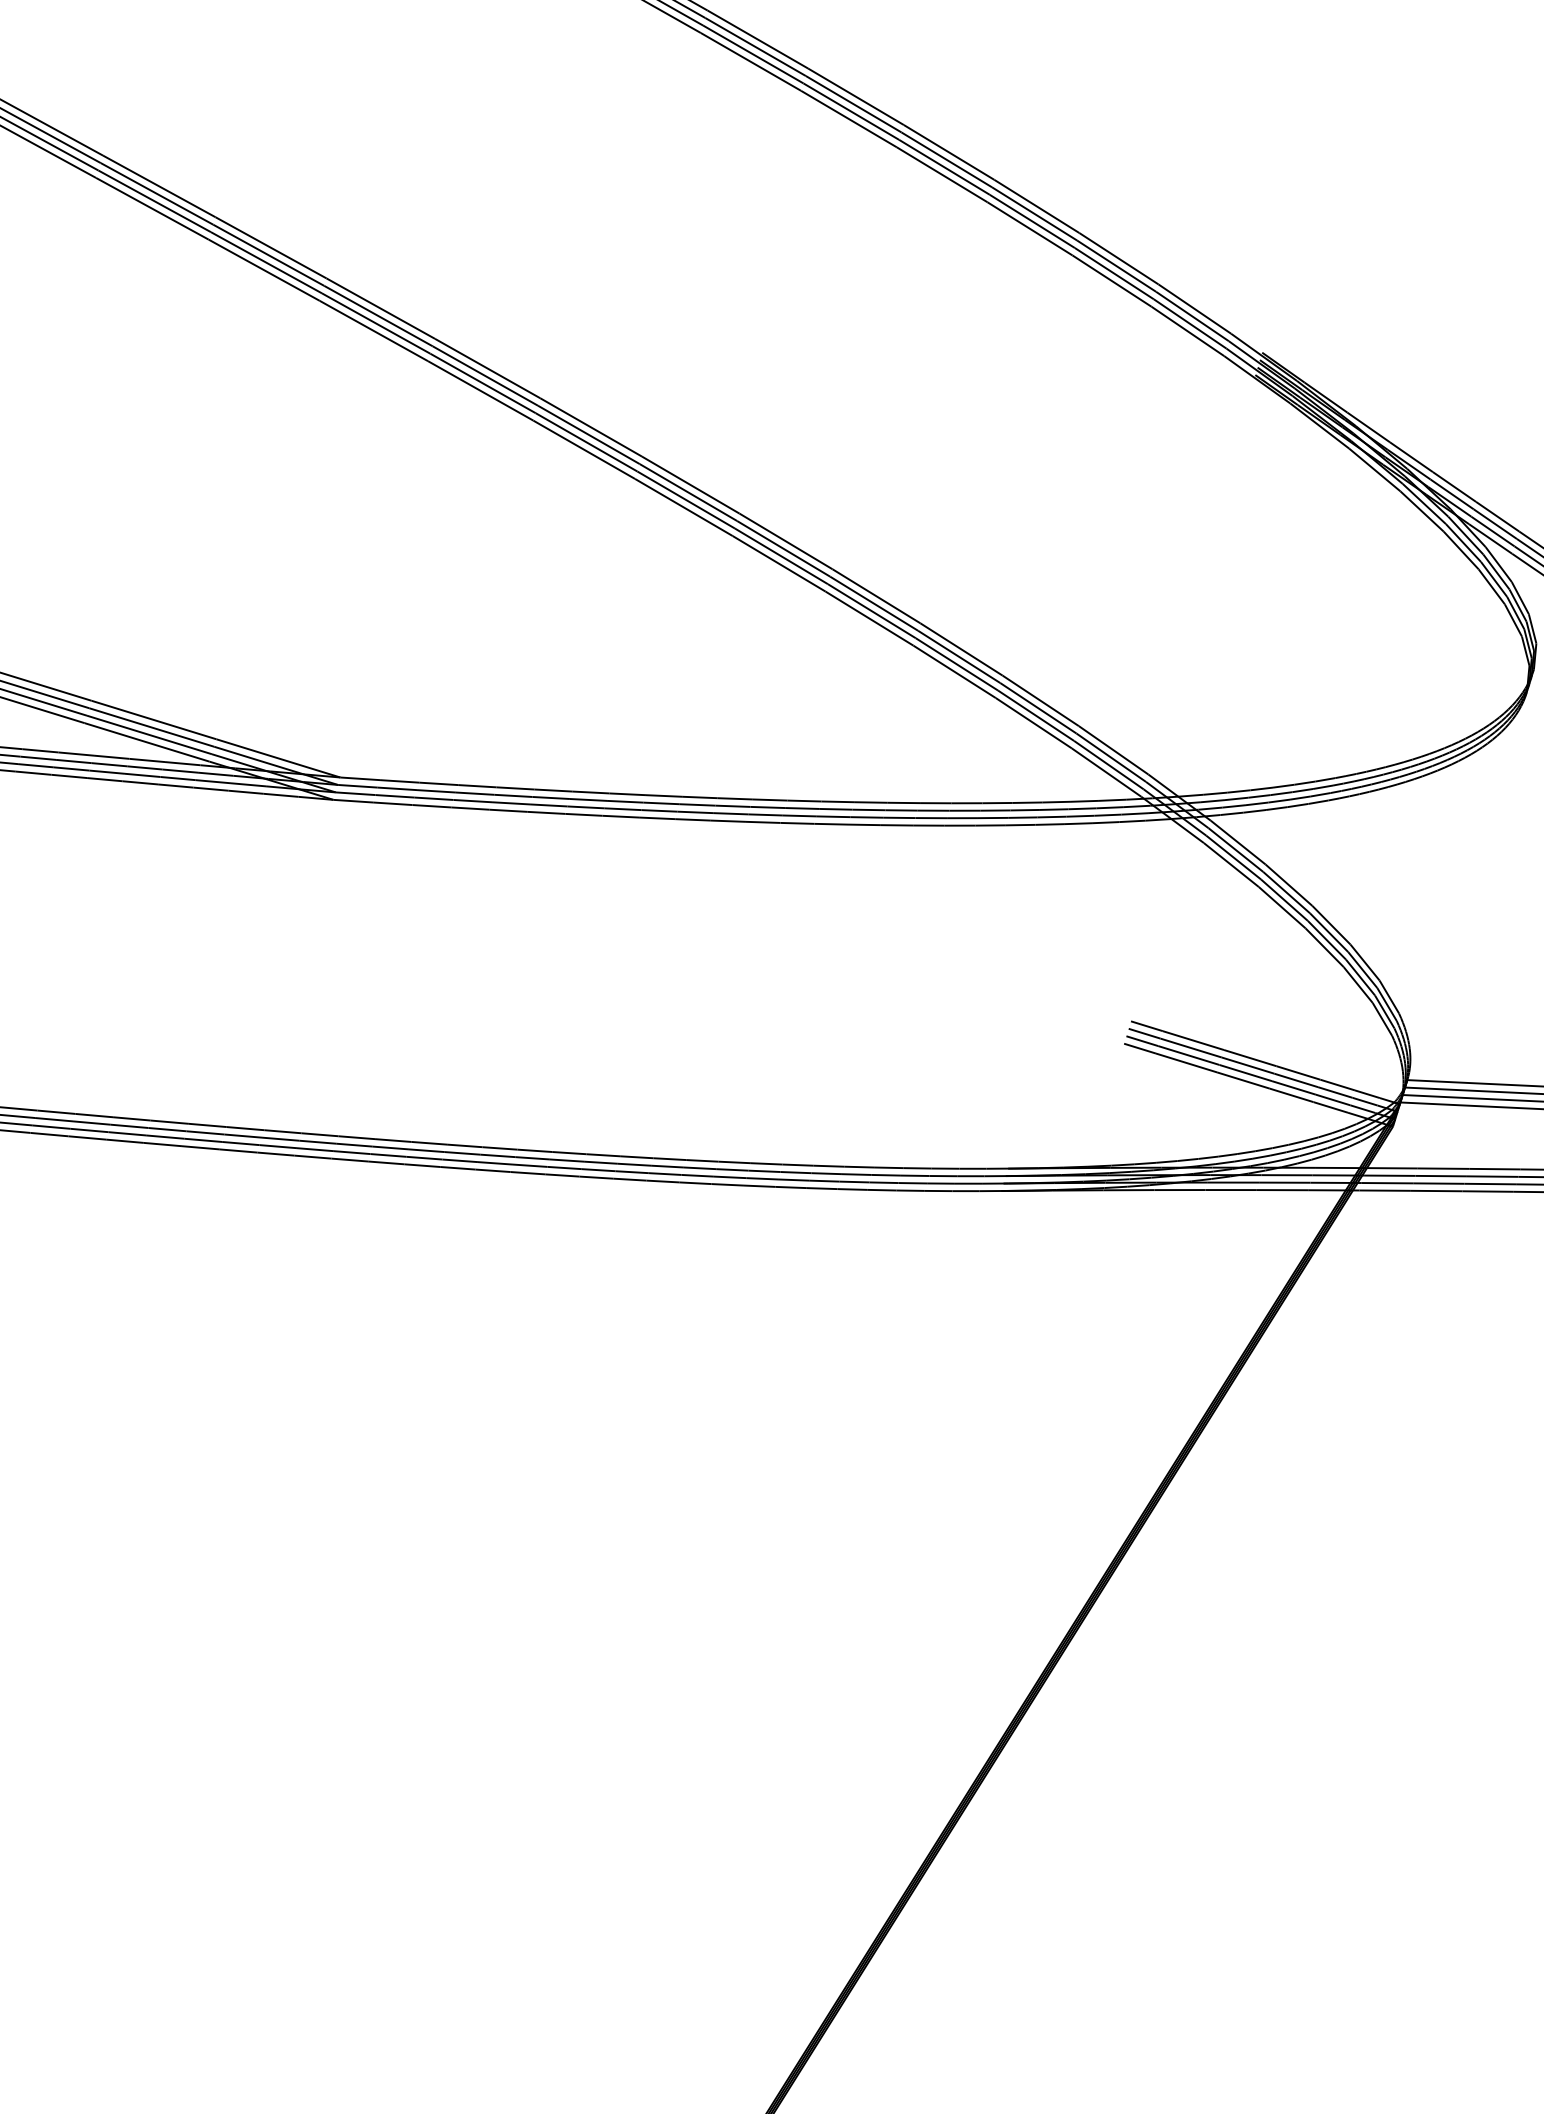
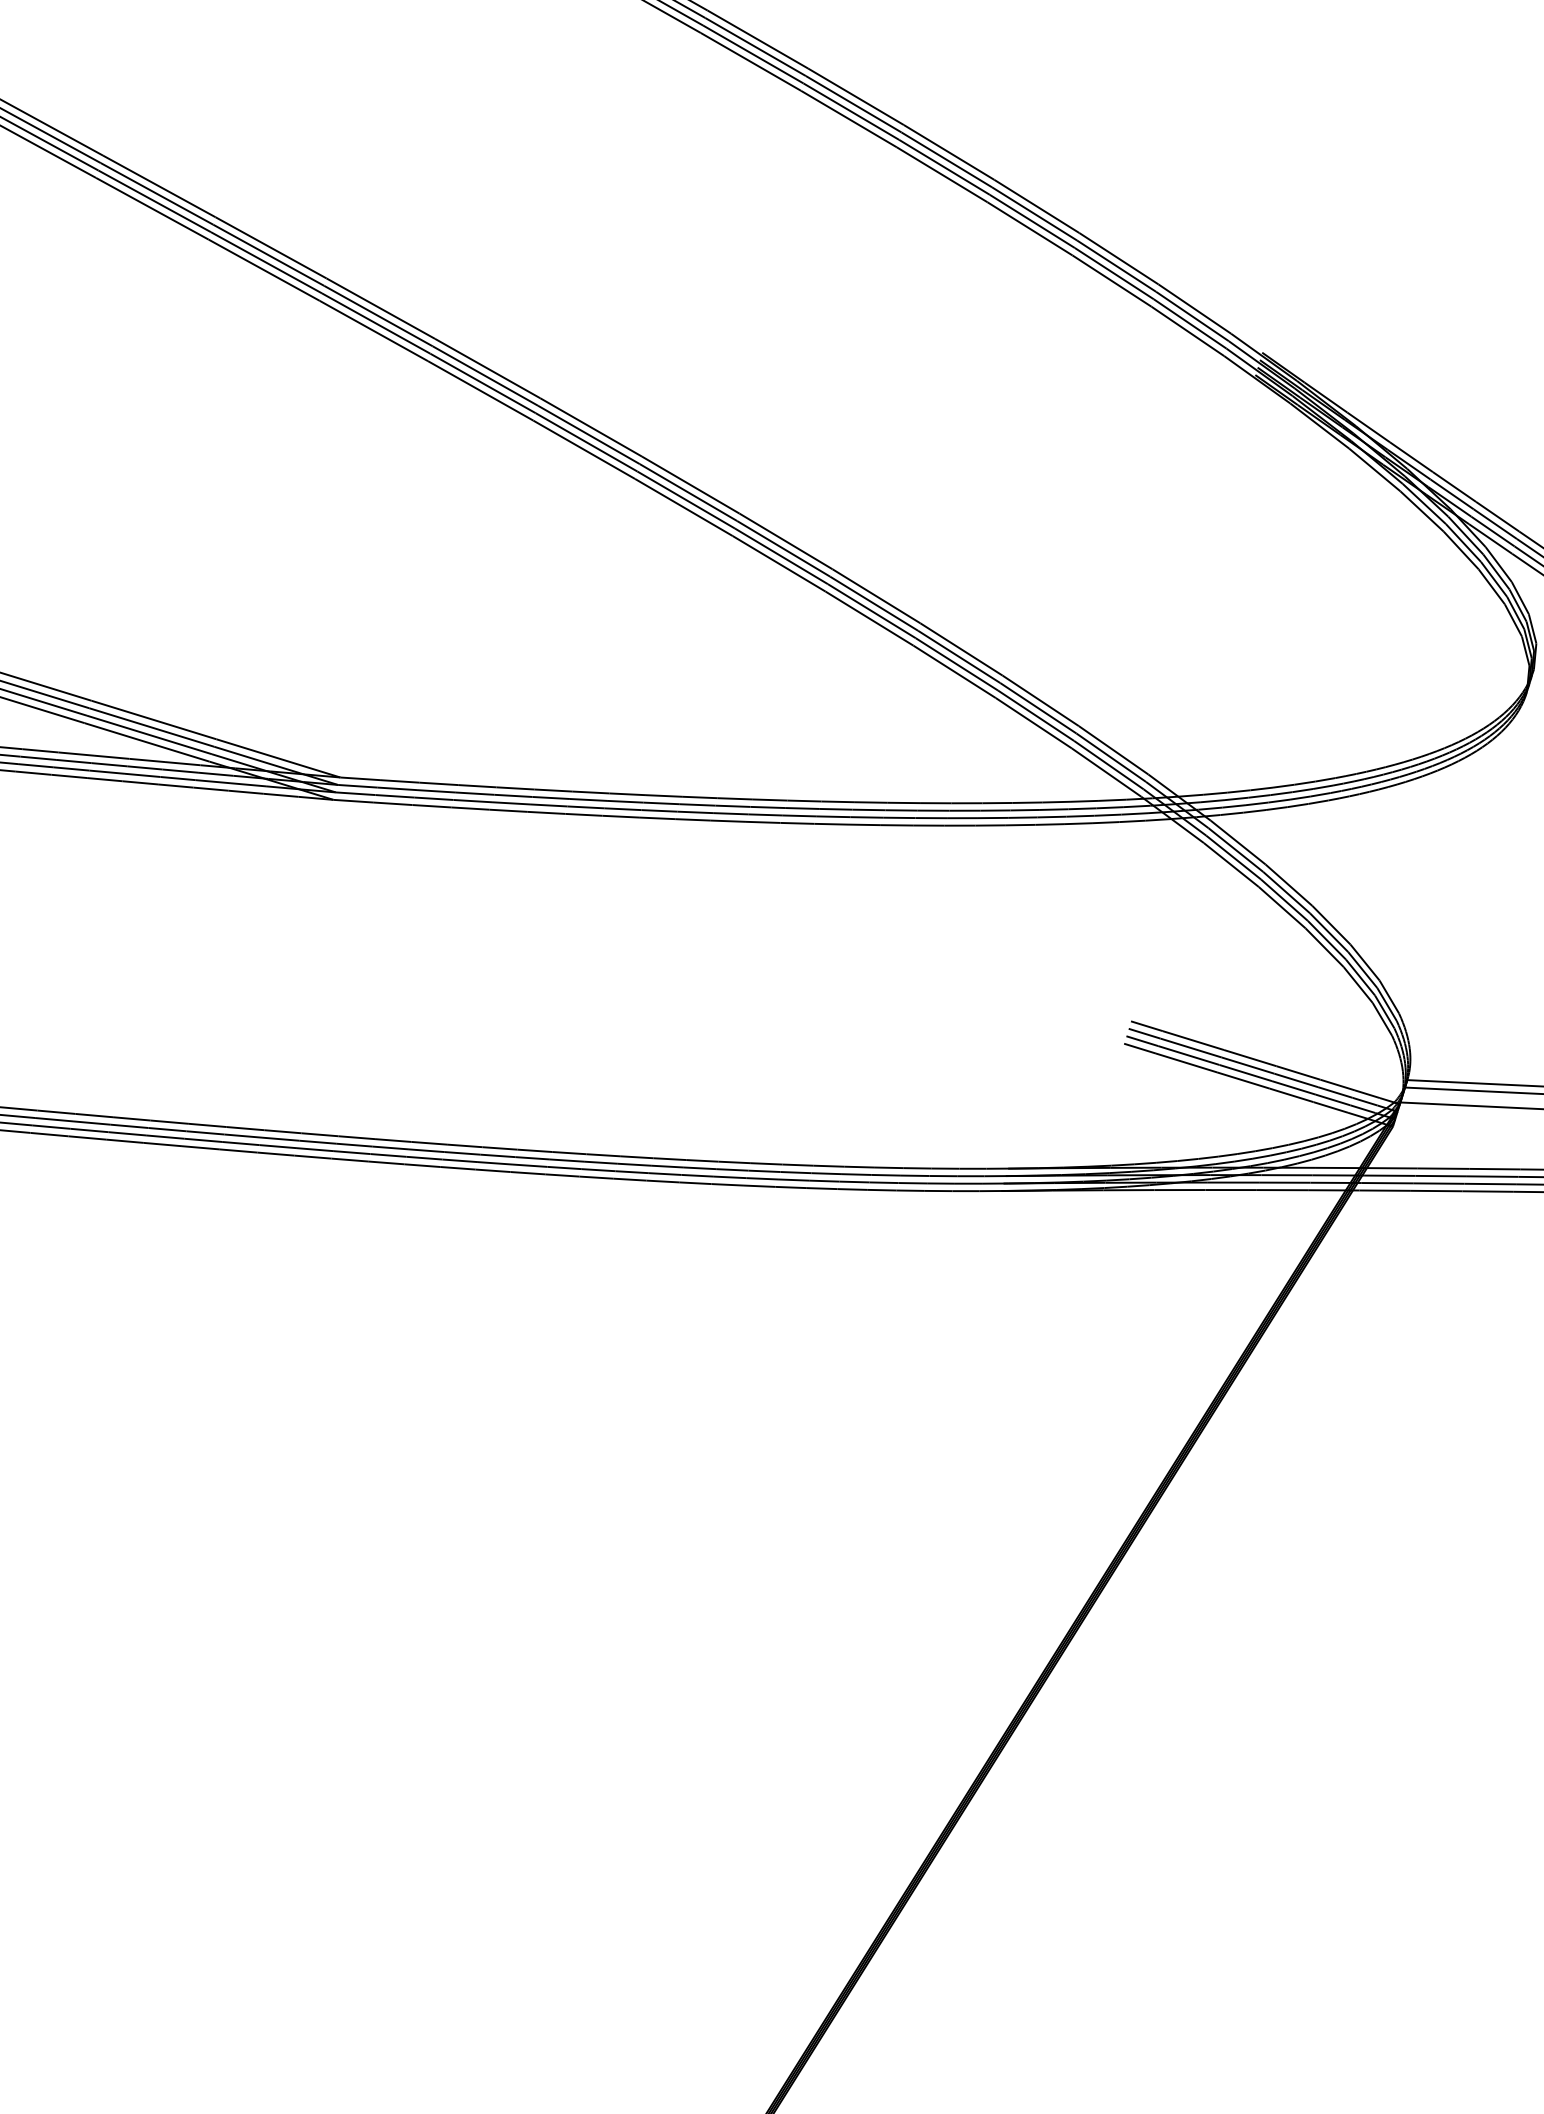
line at (1471, 1098): present -> none
